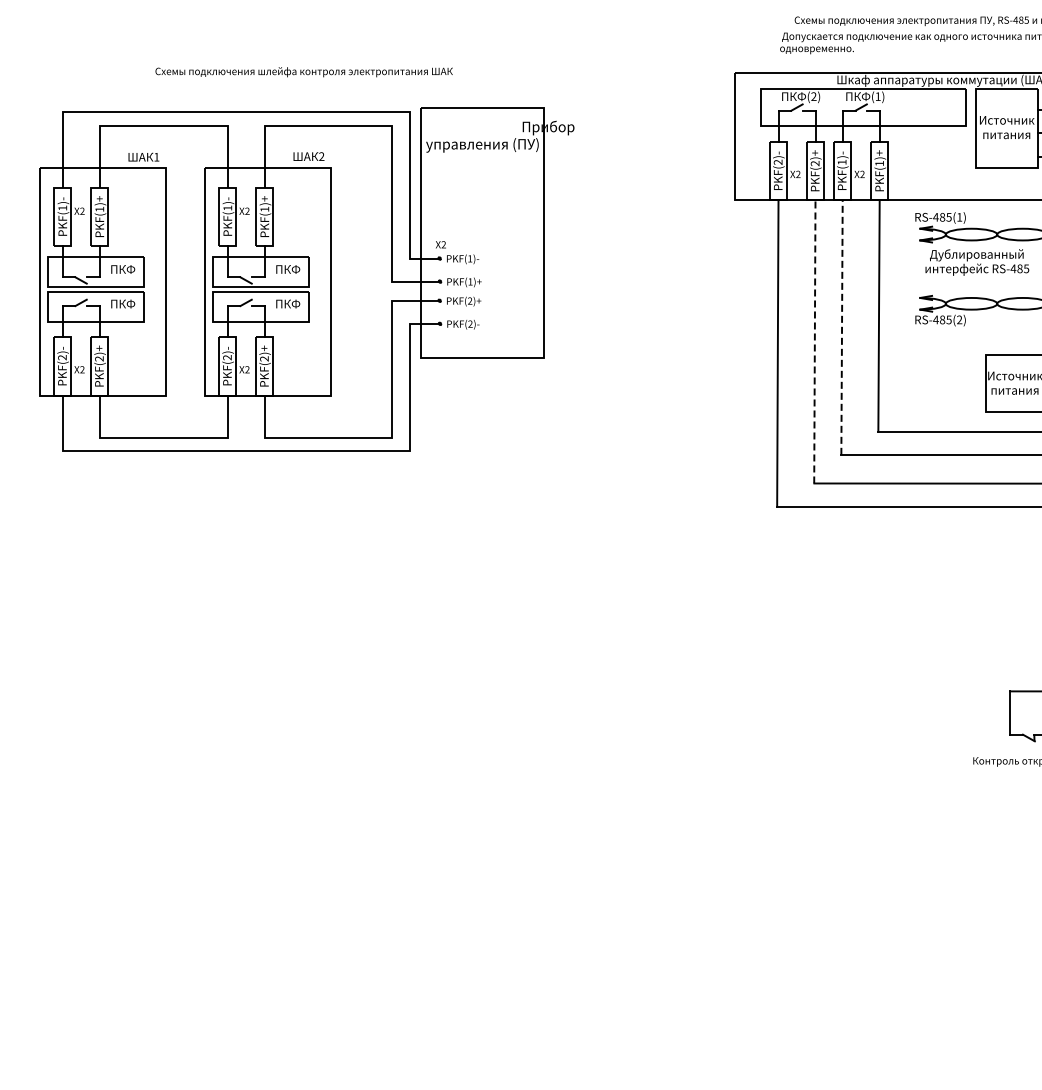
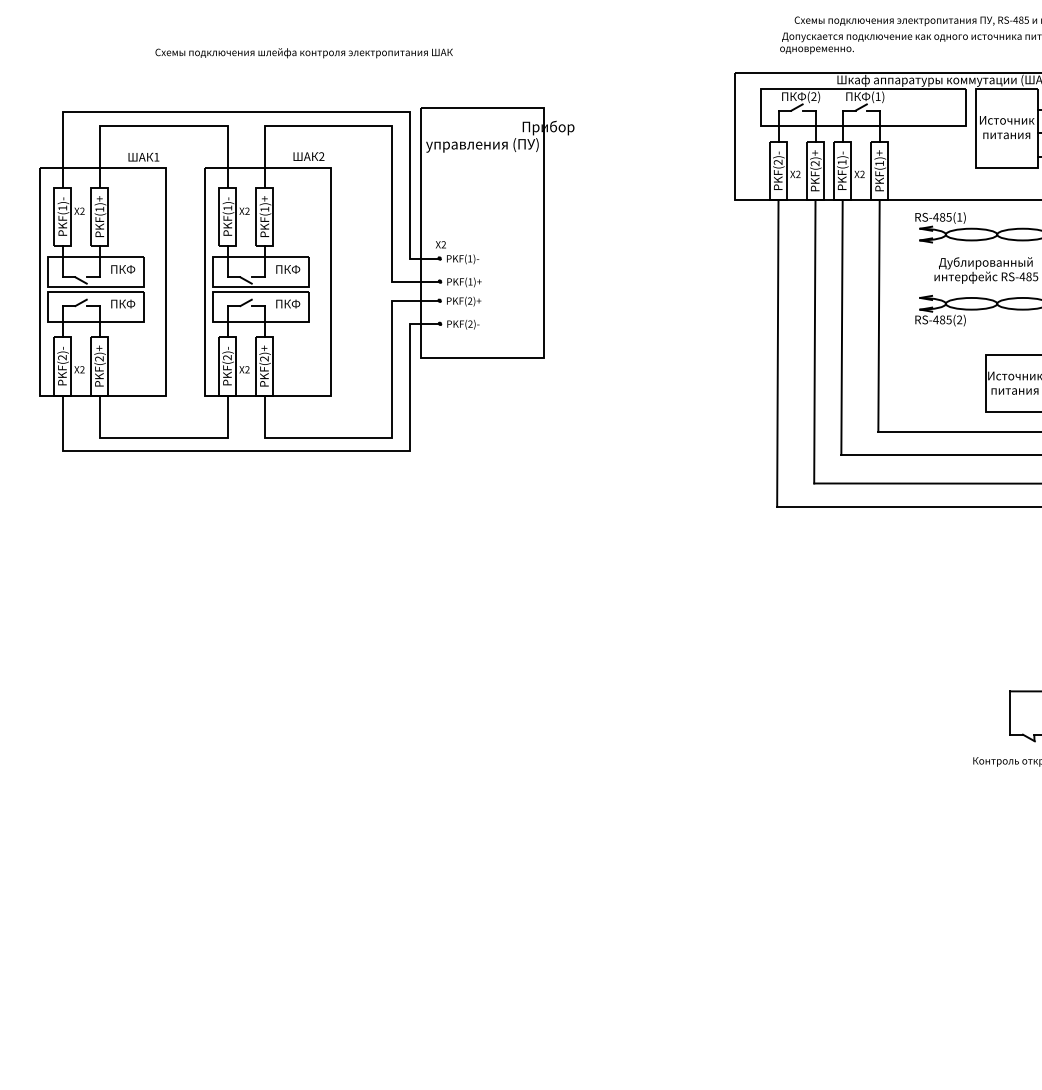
text at (303, 72) position: (303, 72) -> (303, 53)
text at (977, 262) position: (977, 262) -> (986, 270)
line at (842, 327): dashed -> solid
line at (814, 341): dashed -> solid
